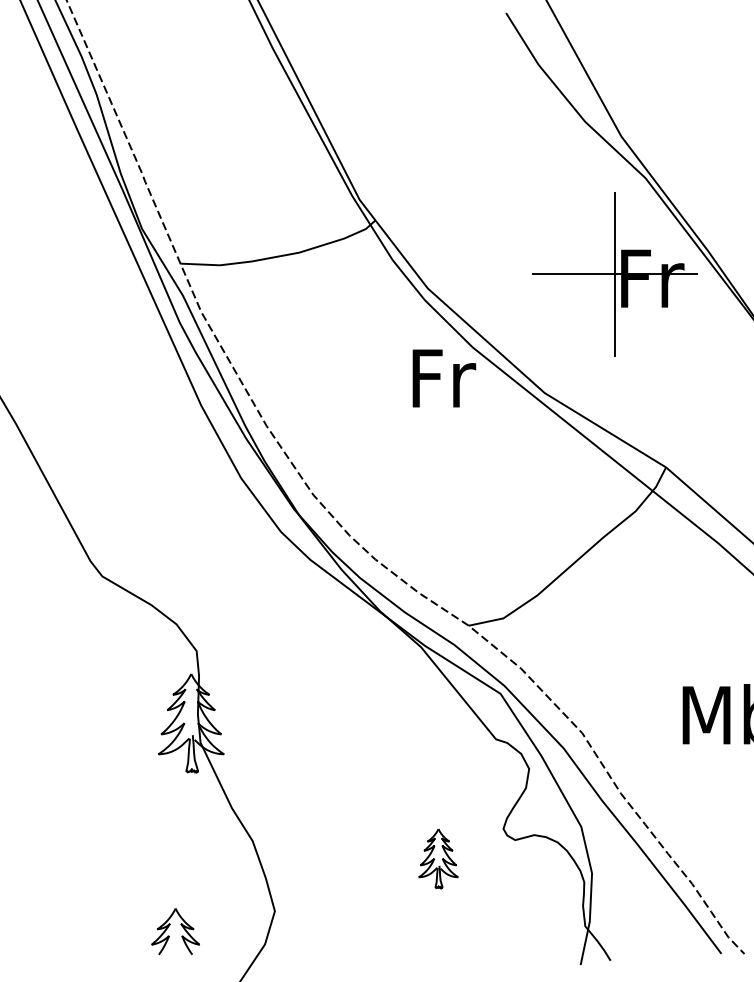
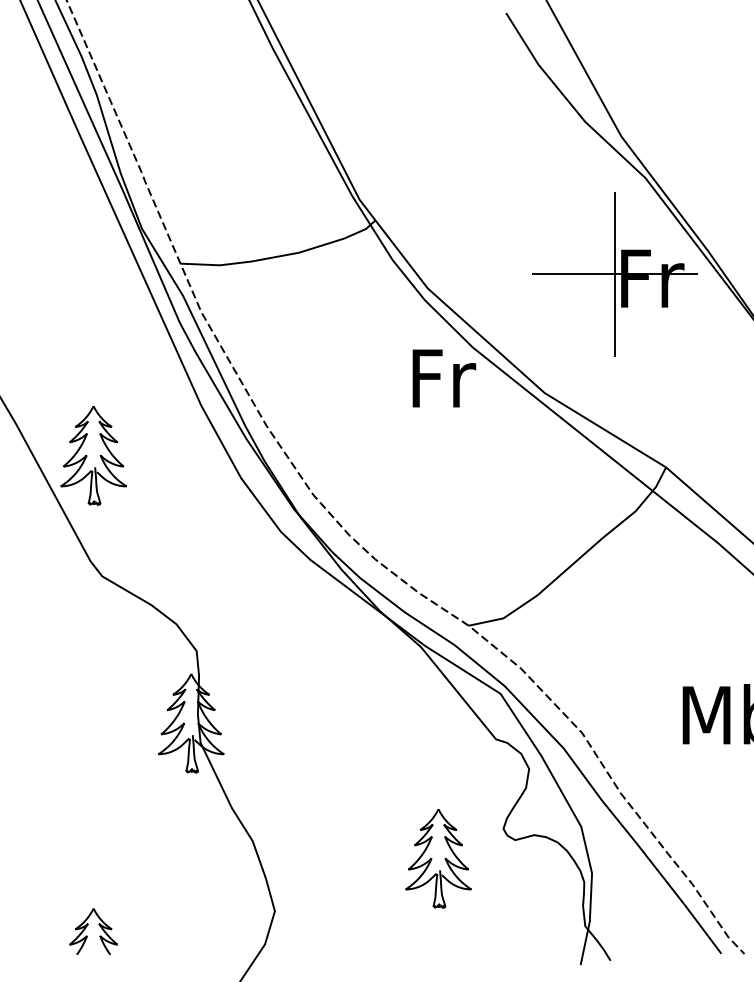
part at (93, 455): none -> present
part at (438, 859) size: 41x61 px -> 67x100 px
part at (168, 928) position: (168, 928) -> (86, 928)
